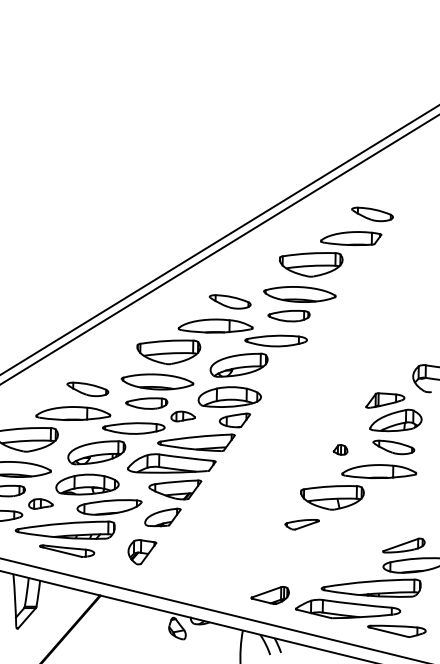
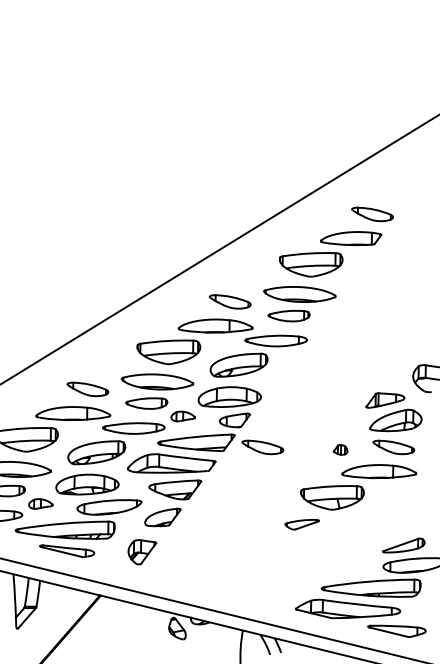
line at (219, 239): present -> none
part at (262, 447): none -> present
part at (269, 595): present -> none
